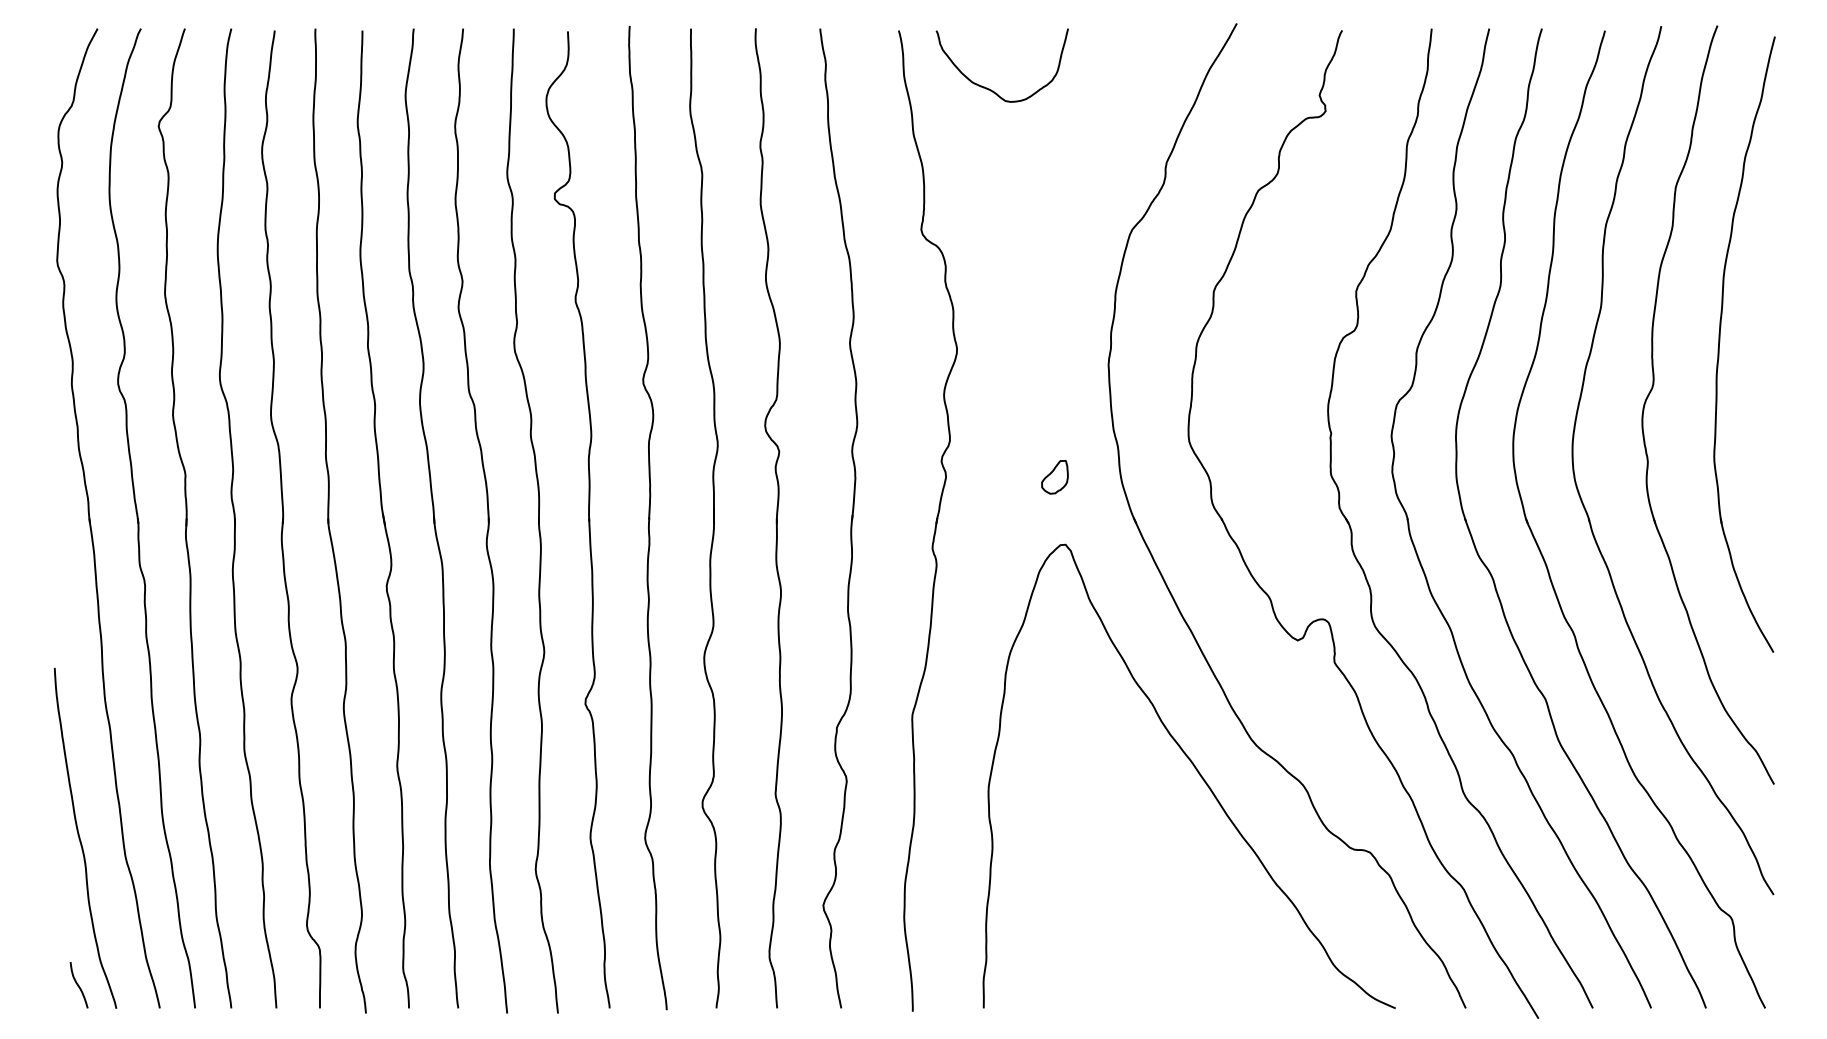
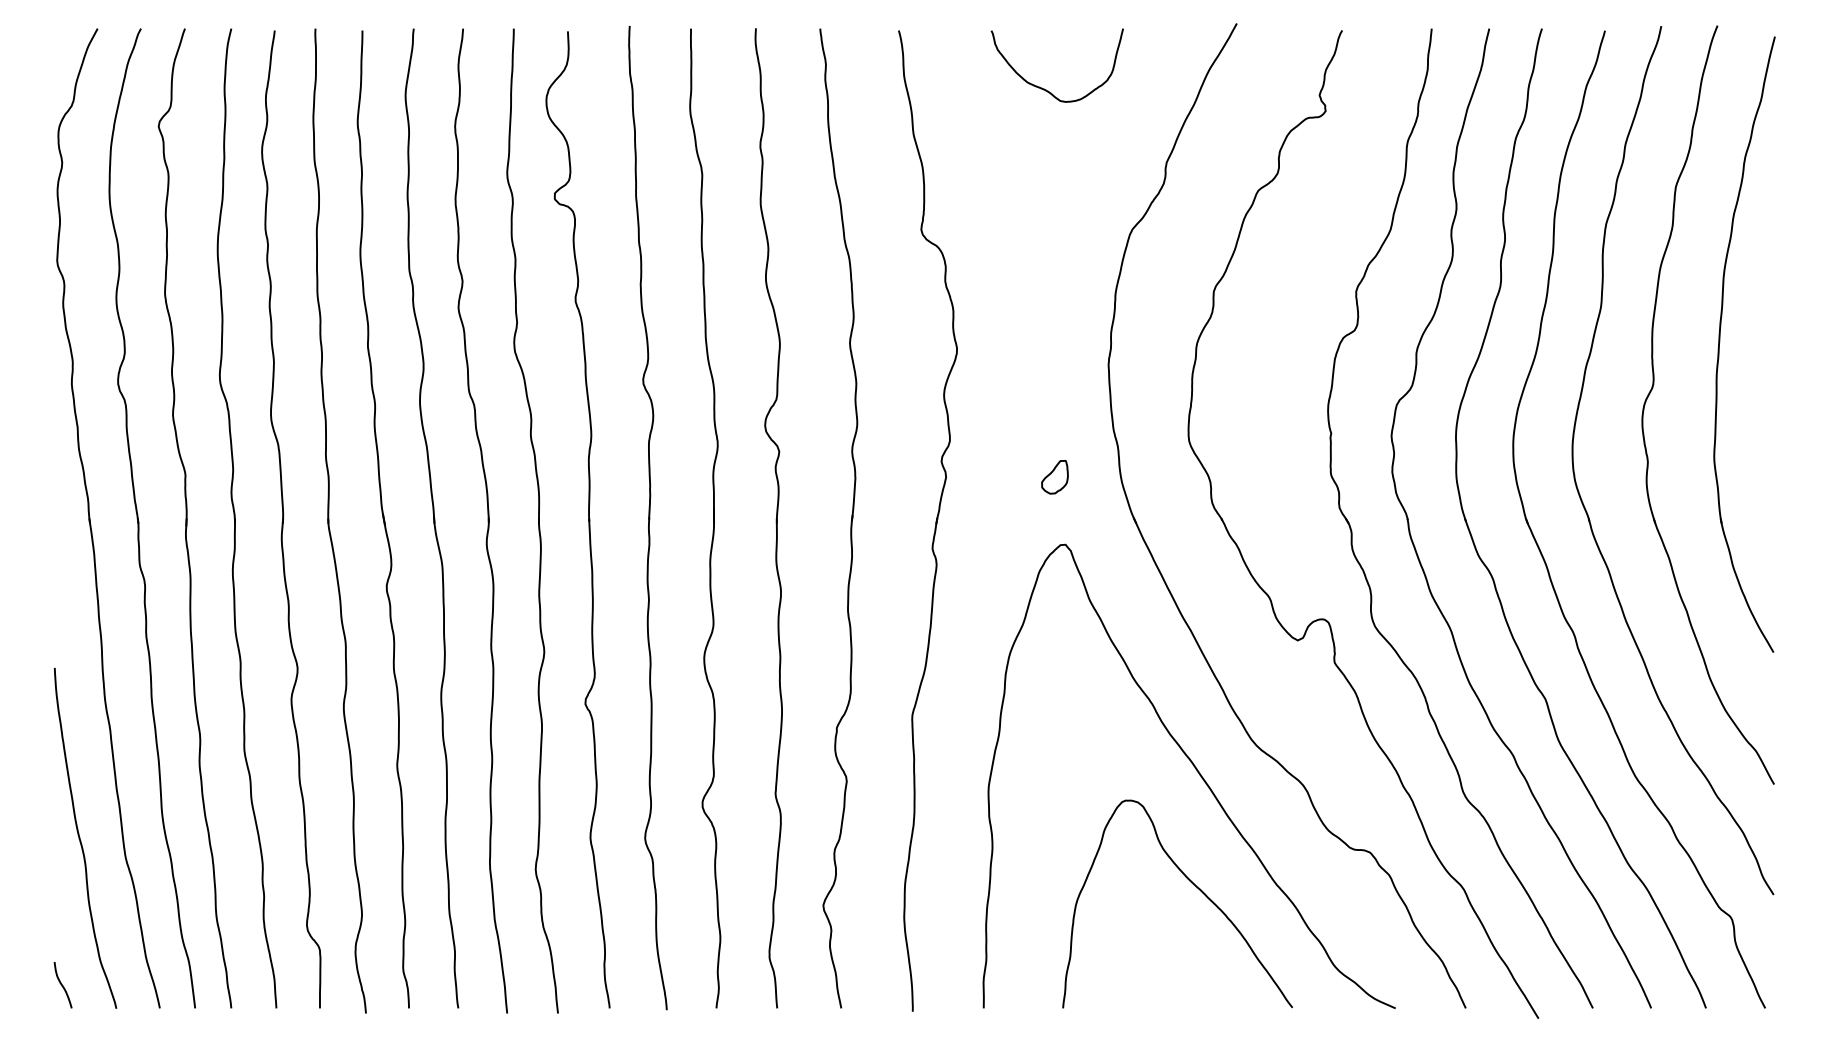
curve at (989, 88) position: (989, 88) -> (1044, 88)
curve at (1193, 885): none -> present
curve at (78, 985) position: (78, 985) -> (62, 985)
